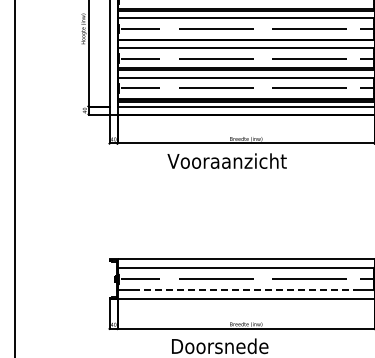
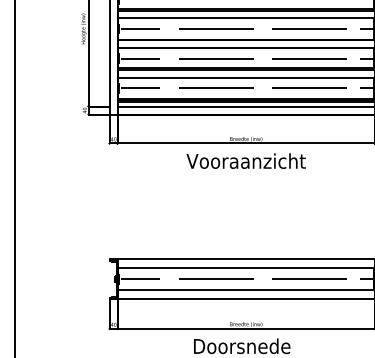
text at (226, 160) position: (226, 160) -> (245, 160)
line at (246, 290): dashed -> solid
text at (220, 346) position: (220, 346) -> (242, 346)
